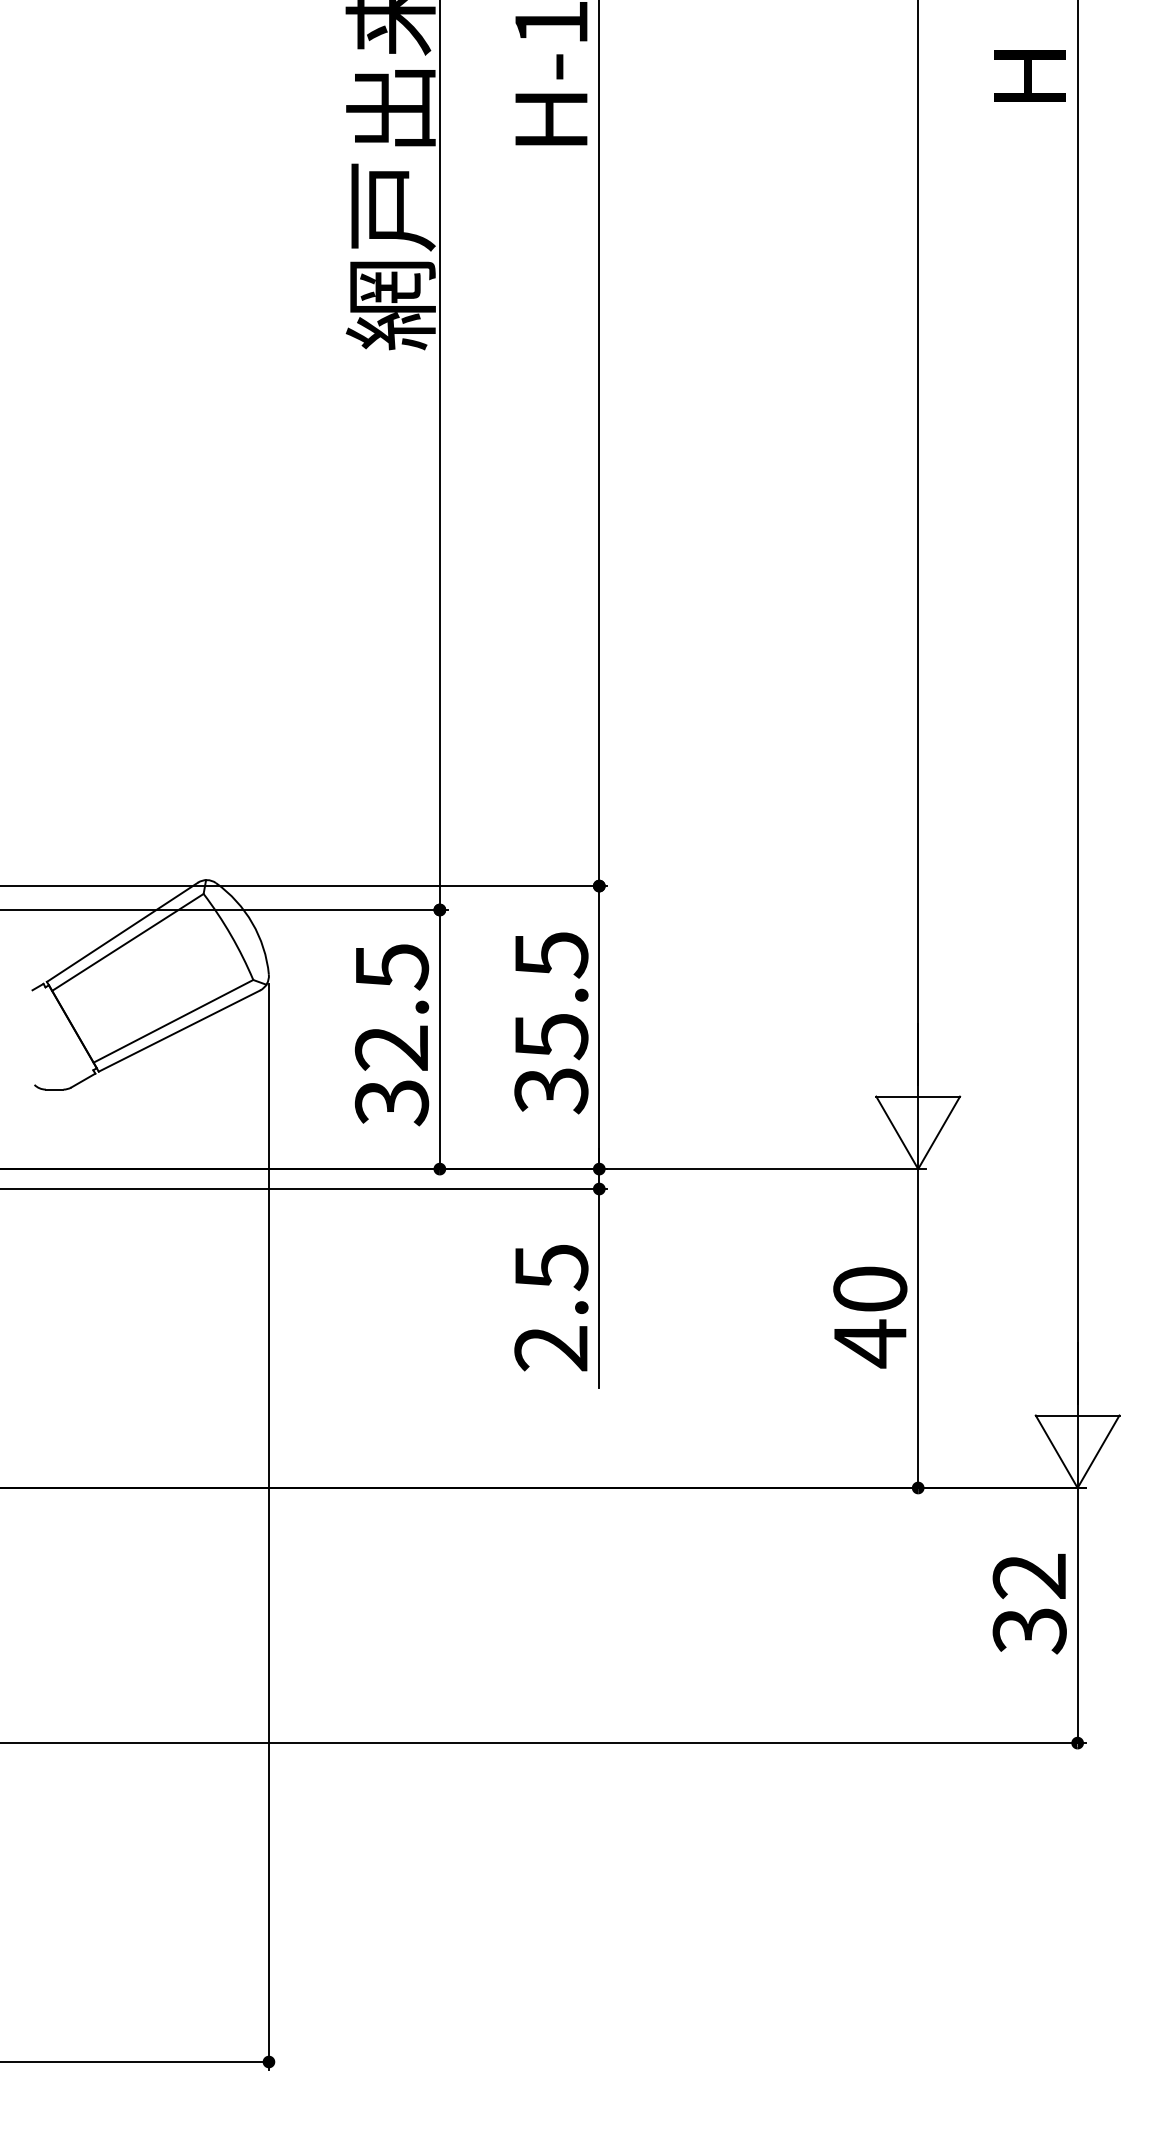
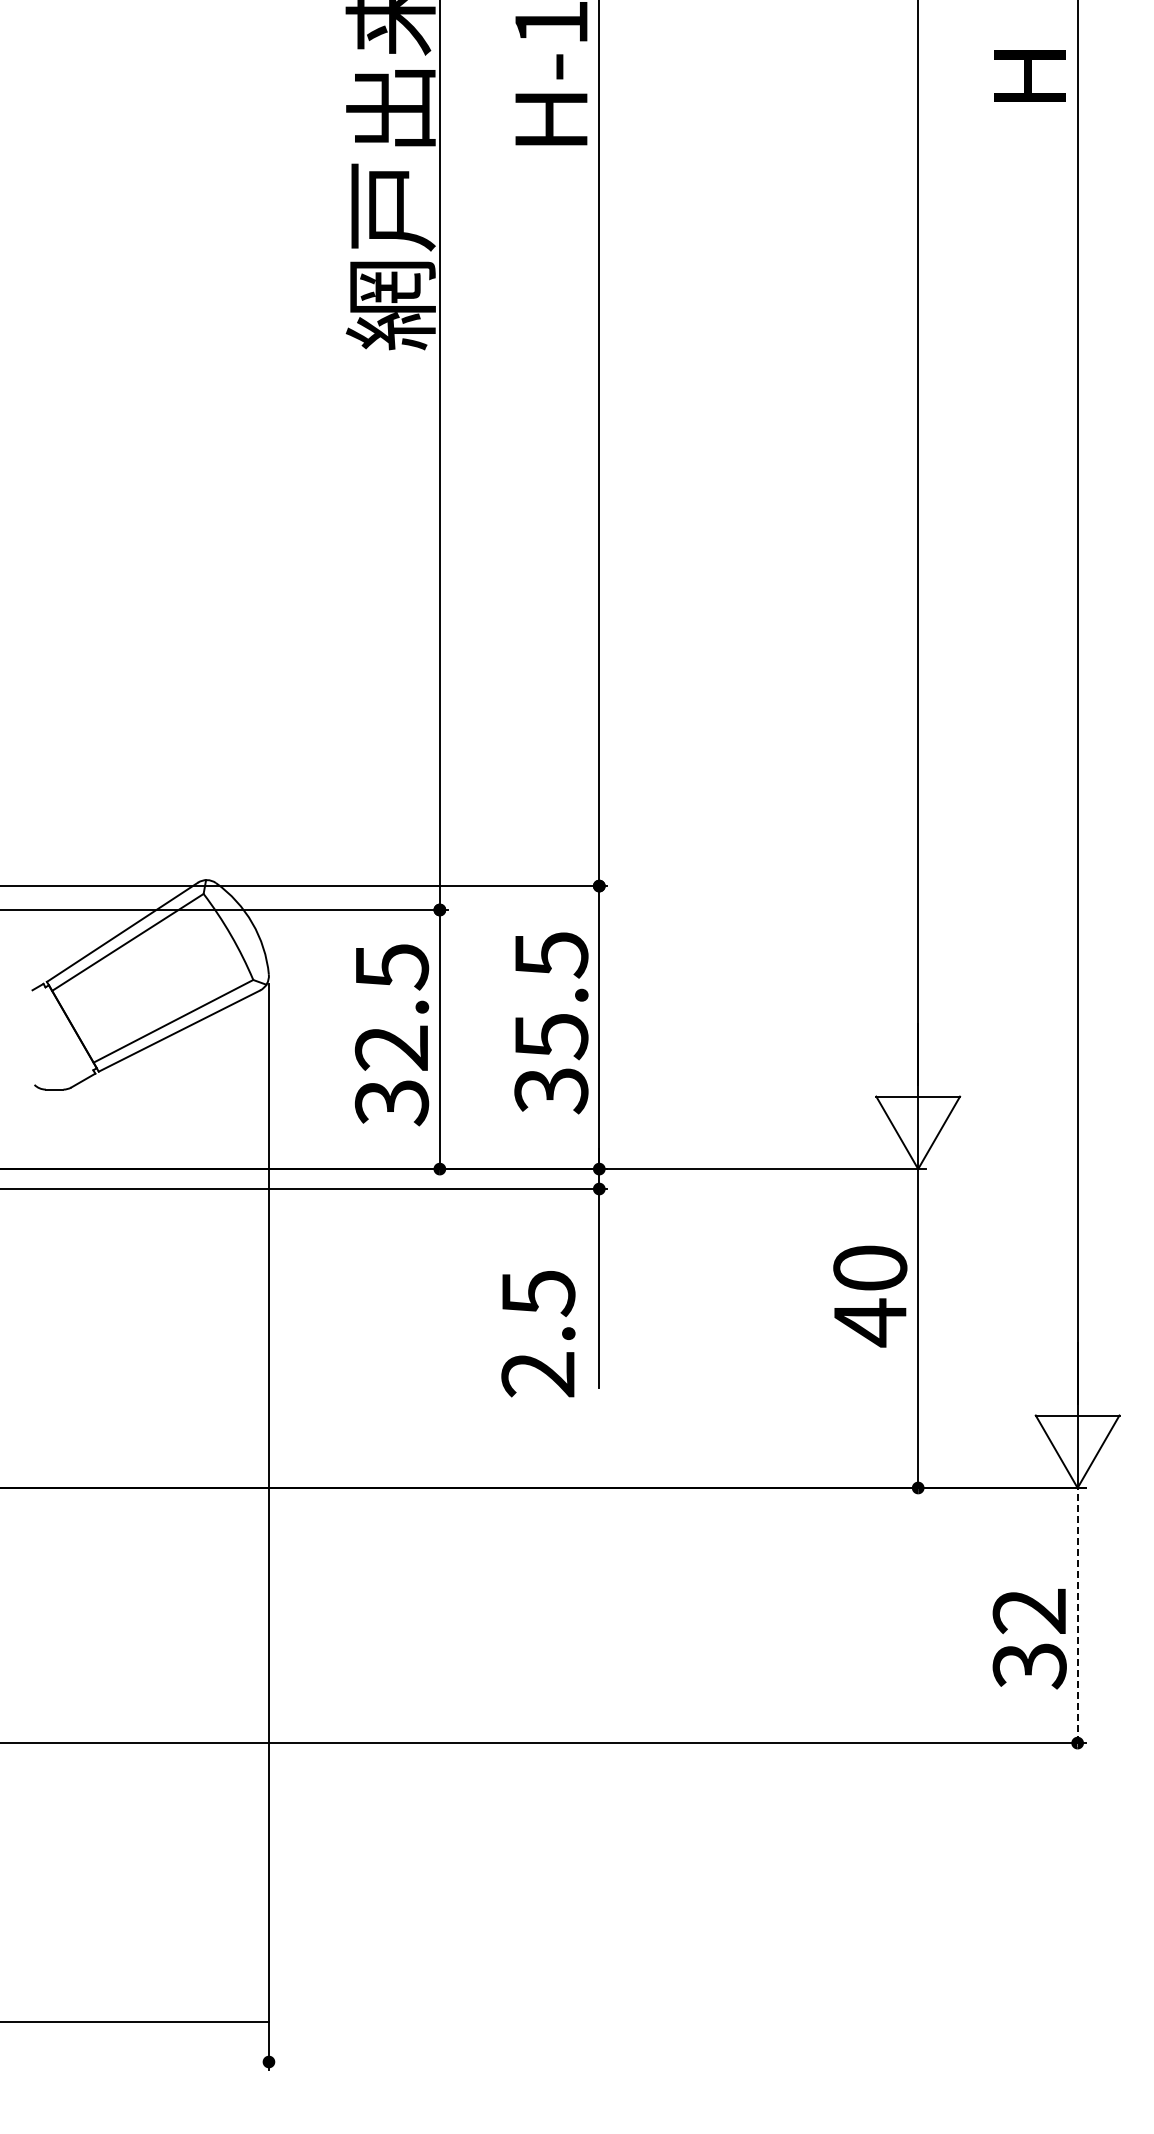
text at (551, 1308) position: (551, 1308) -> (538, 1334)
text at (870, 1317) position: (870, 1317) -> (870, 1296)
text at (1029, 1604) position: (1029, 1604) -> (1029, 1639)
line at (1077, 1615): solid -> dashed
line at (135, 2062) position: (135, 2062) -> (135, 2022)
